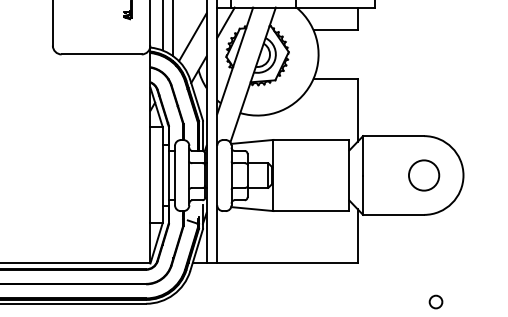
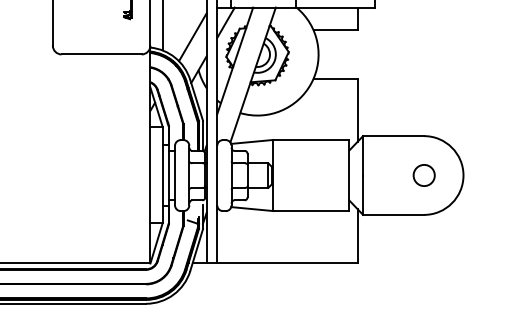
line at (173, 29): present -> none
circle at (424, 175) size: 33x33 px -> 24x23 px
circle at (435, 301): present -> none
